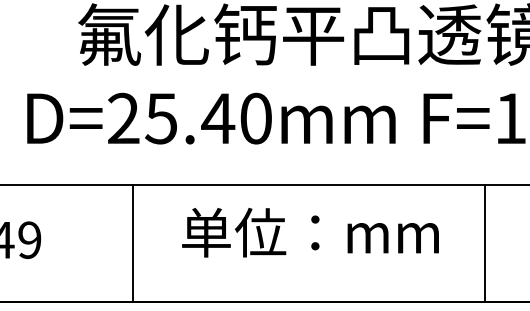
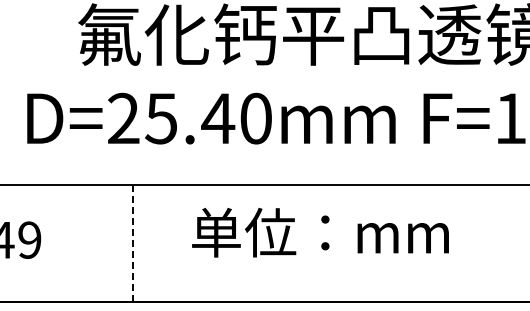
text at (310, 232) position: (310, 232) -> (320, 232)
line at (133, 243): solid -> dashed
line at (485, 243): present -> none
